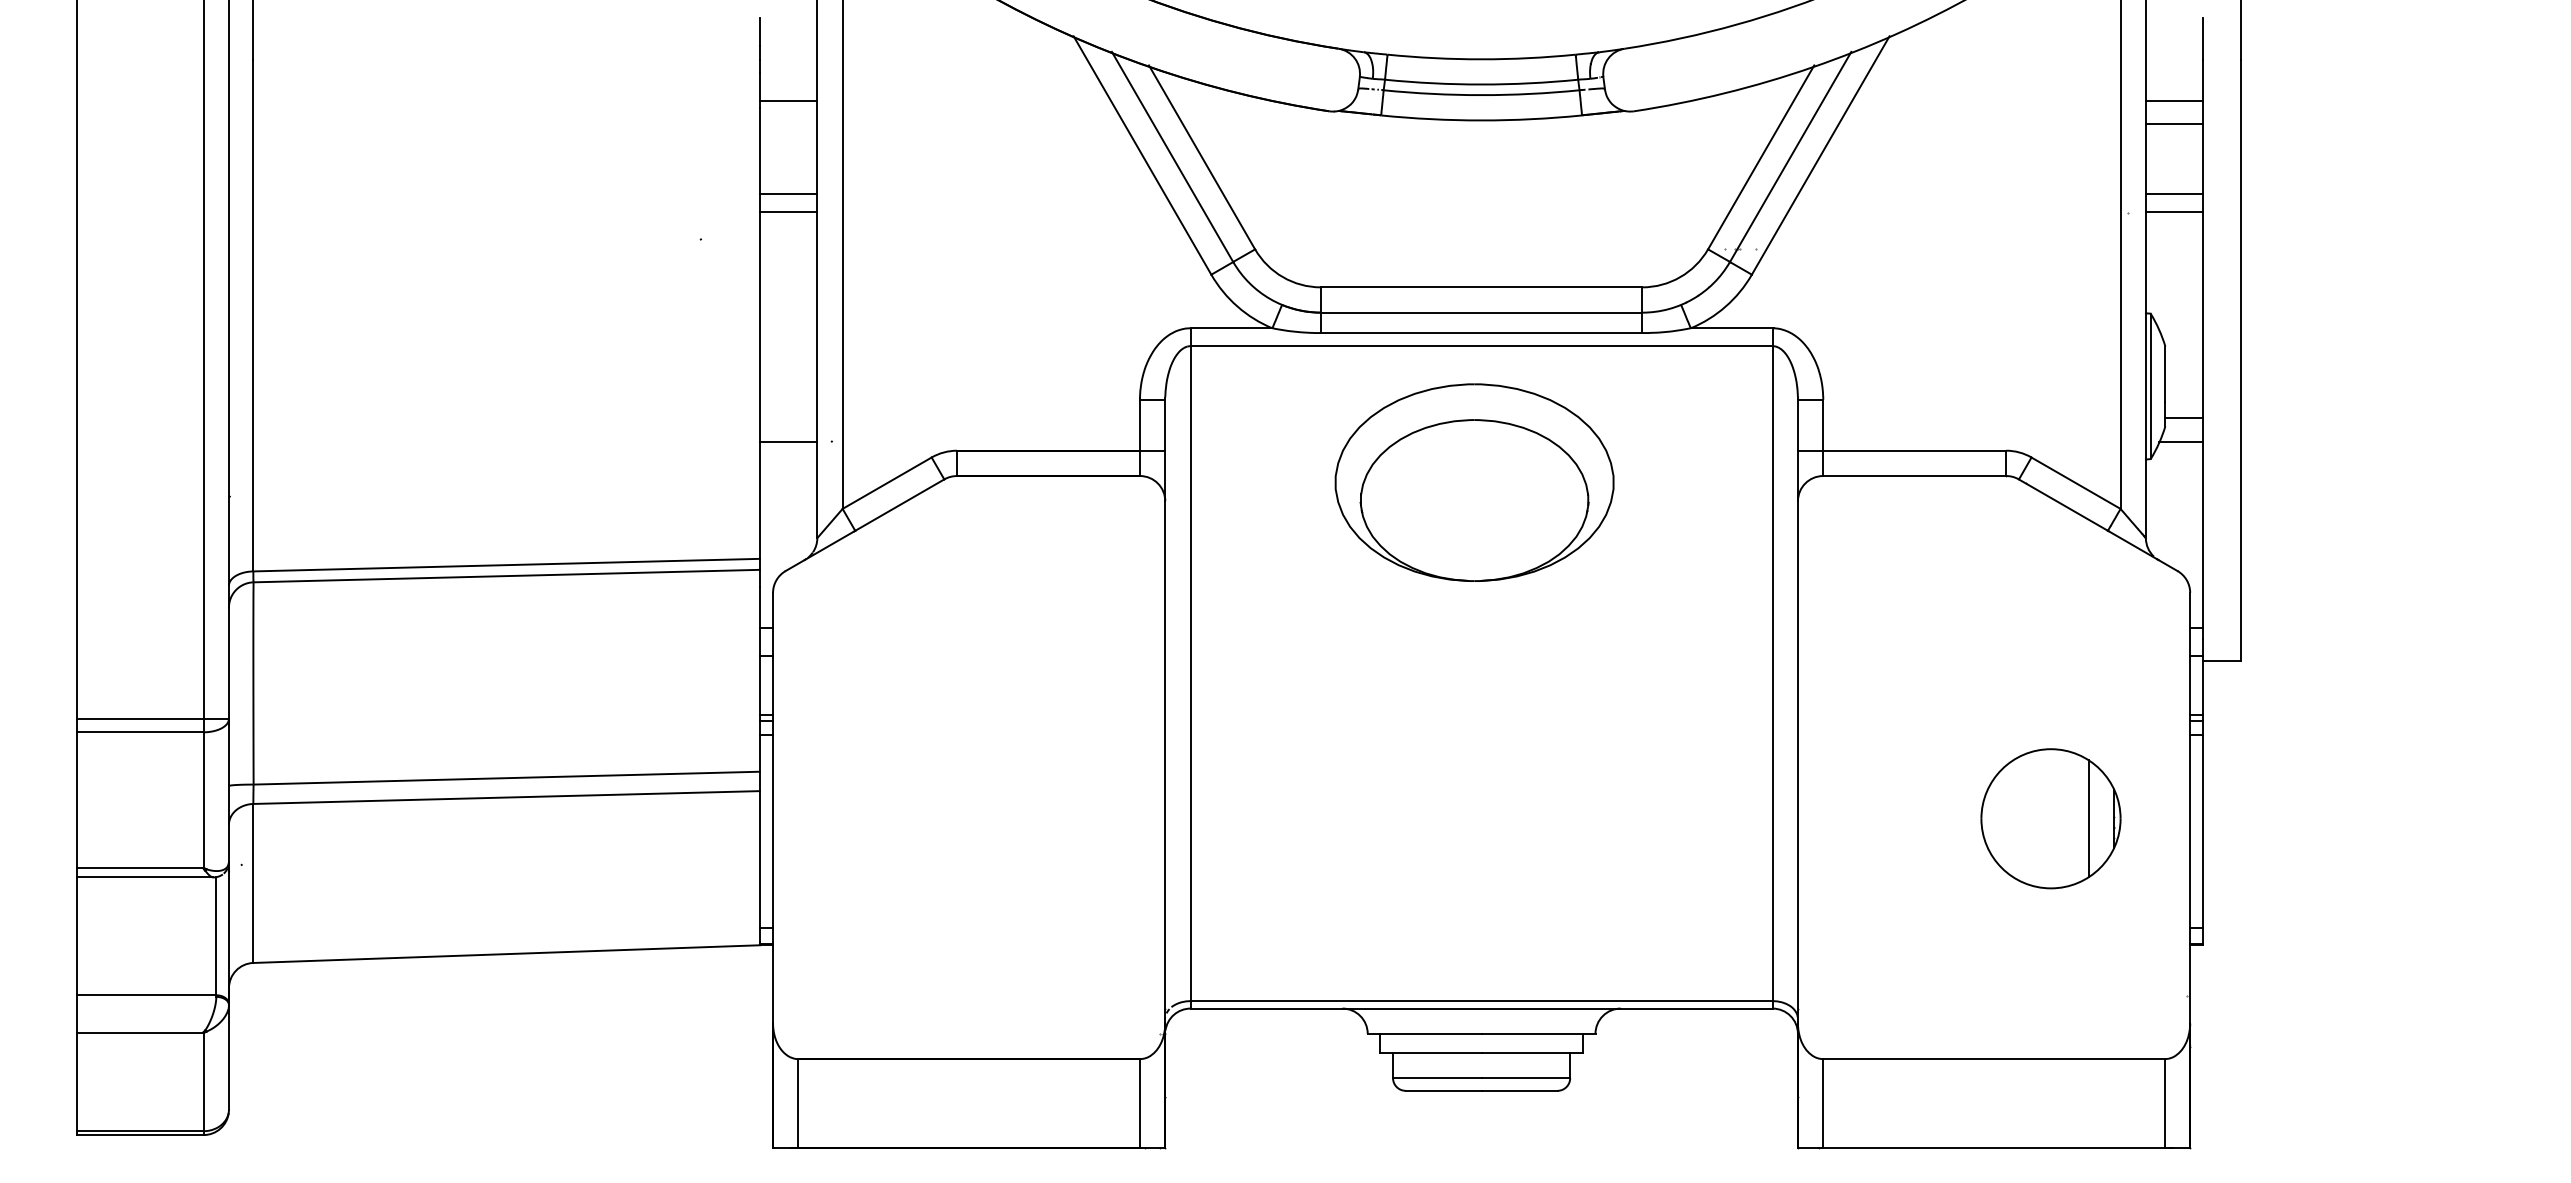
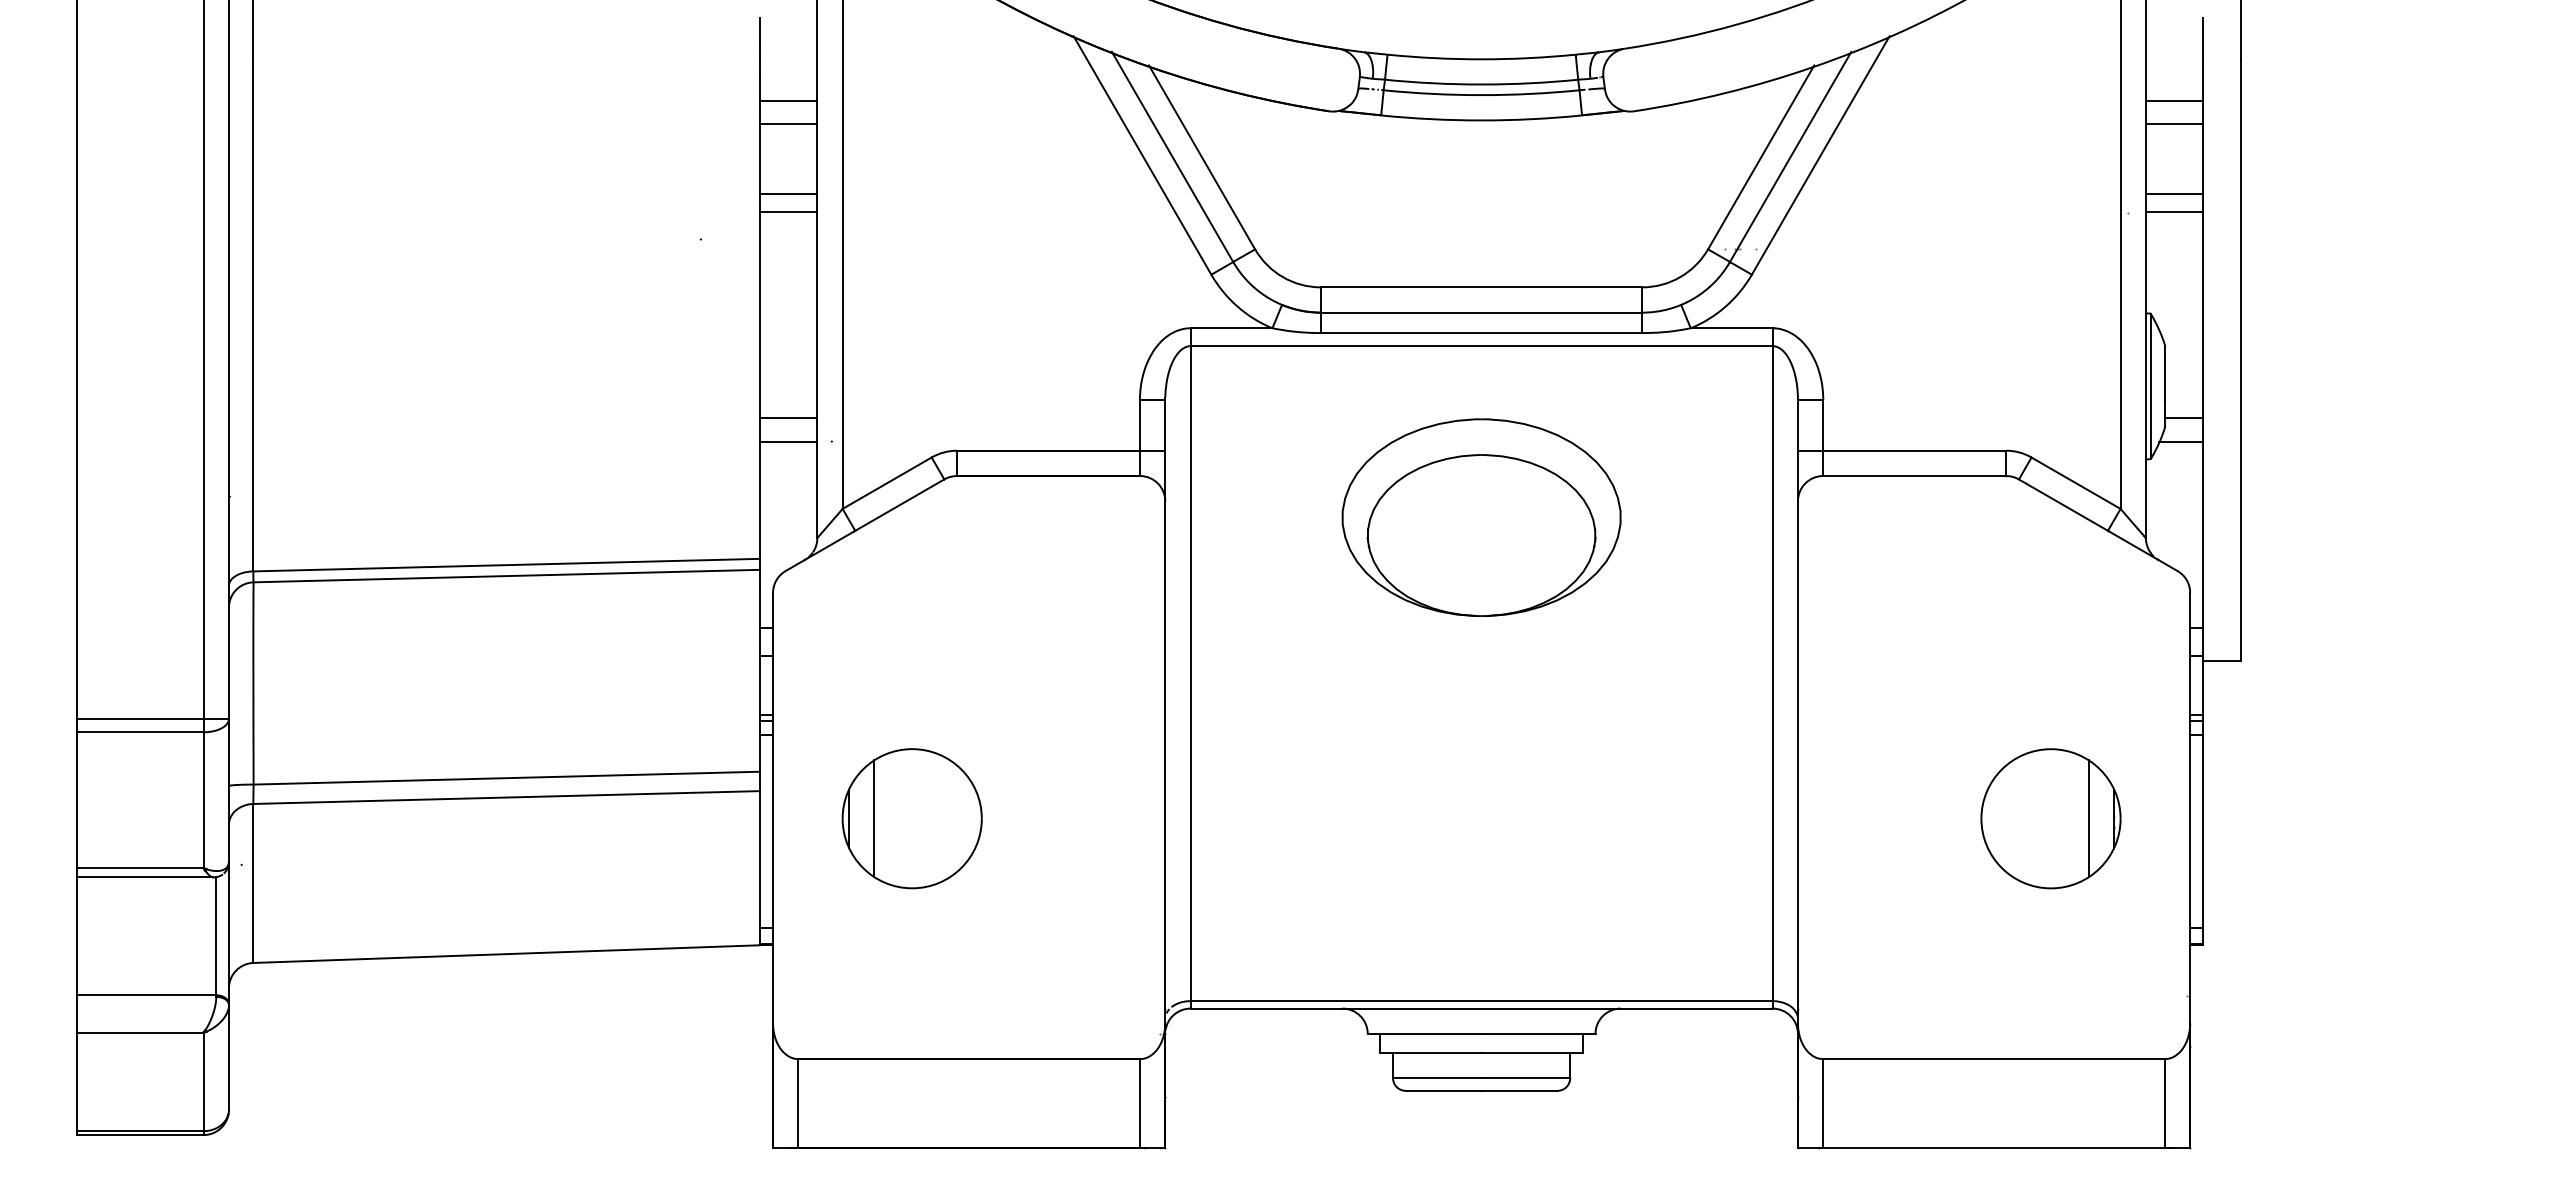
line at (788, 123): none -> present
line at (788, 418): none -> present
part at (1474, 482) position: (1474, 482) -> (1481, 517)
part at (911, 818): none -> present
